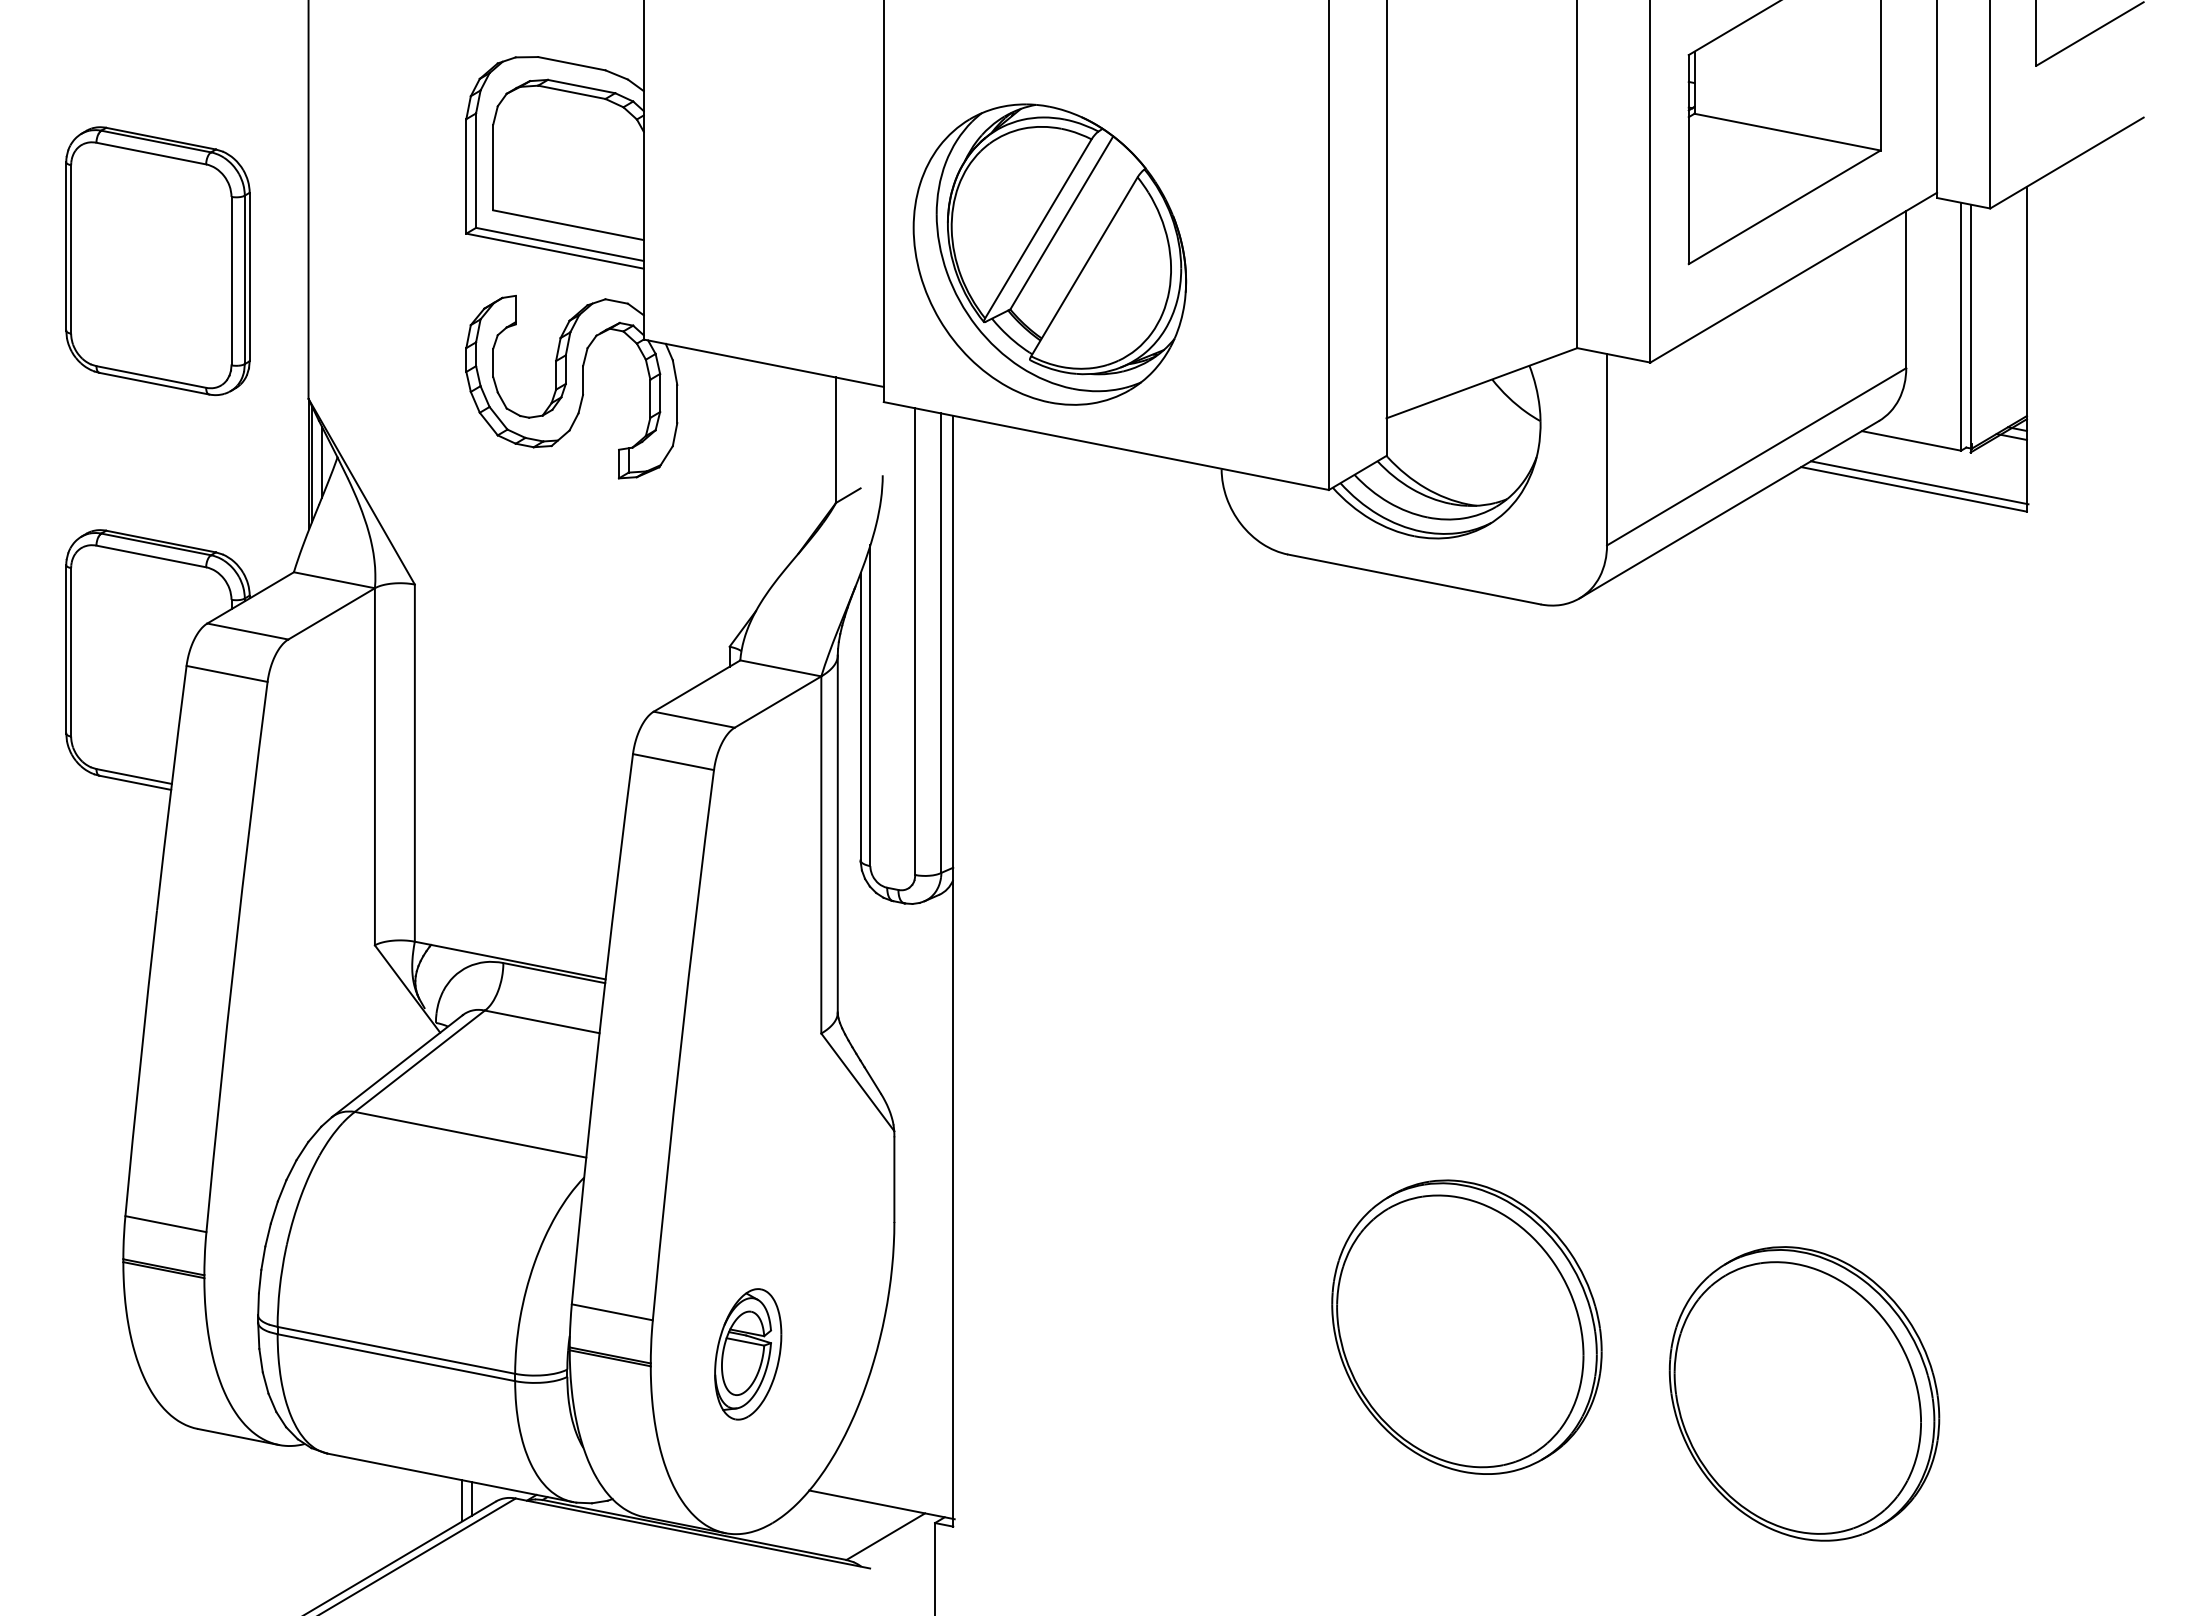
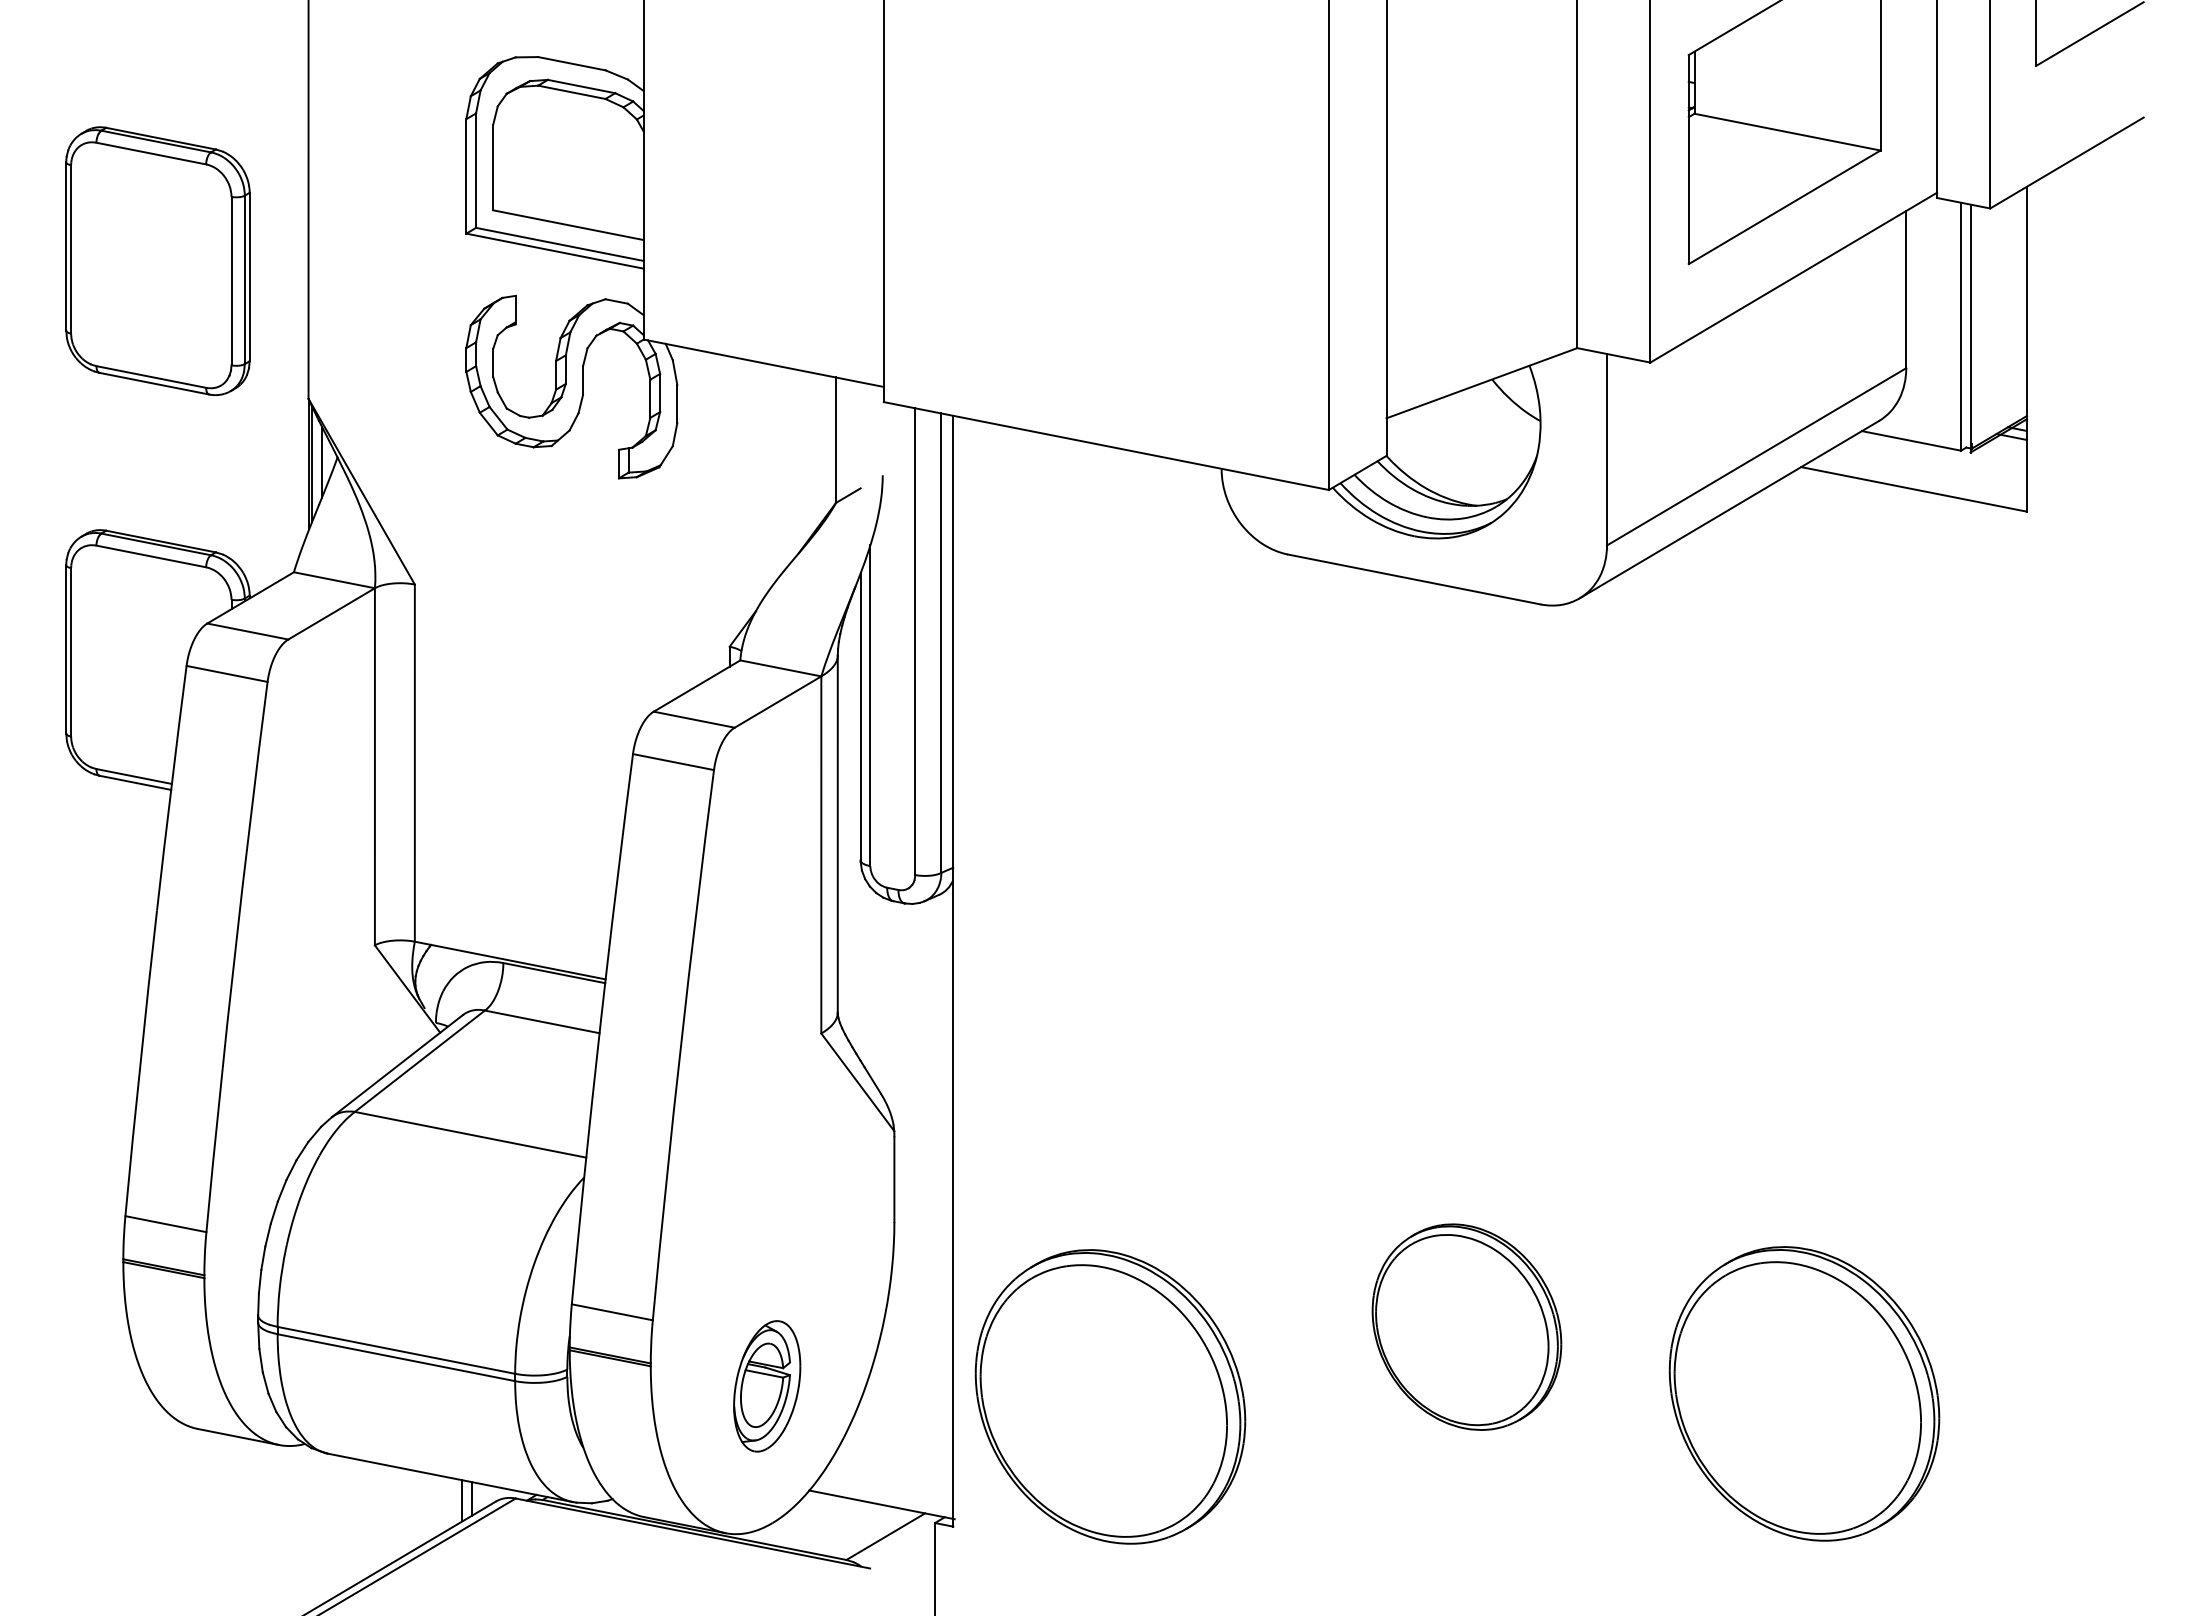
part at (1049, 254): present -> none
line at (1919, 482): present -> none
part at (1466, 1326) size: 272x296 px -> 192x208 px
part at (748, 1354) position: (748, 1354) -> (767, 1386)
part at (1110, 1396): none -> present
